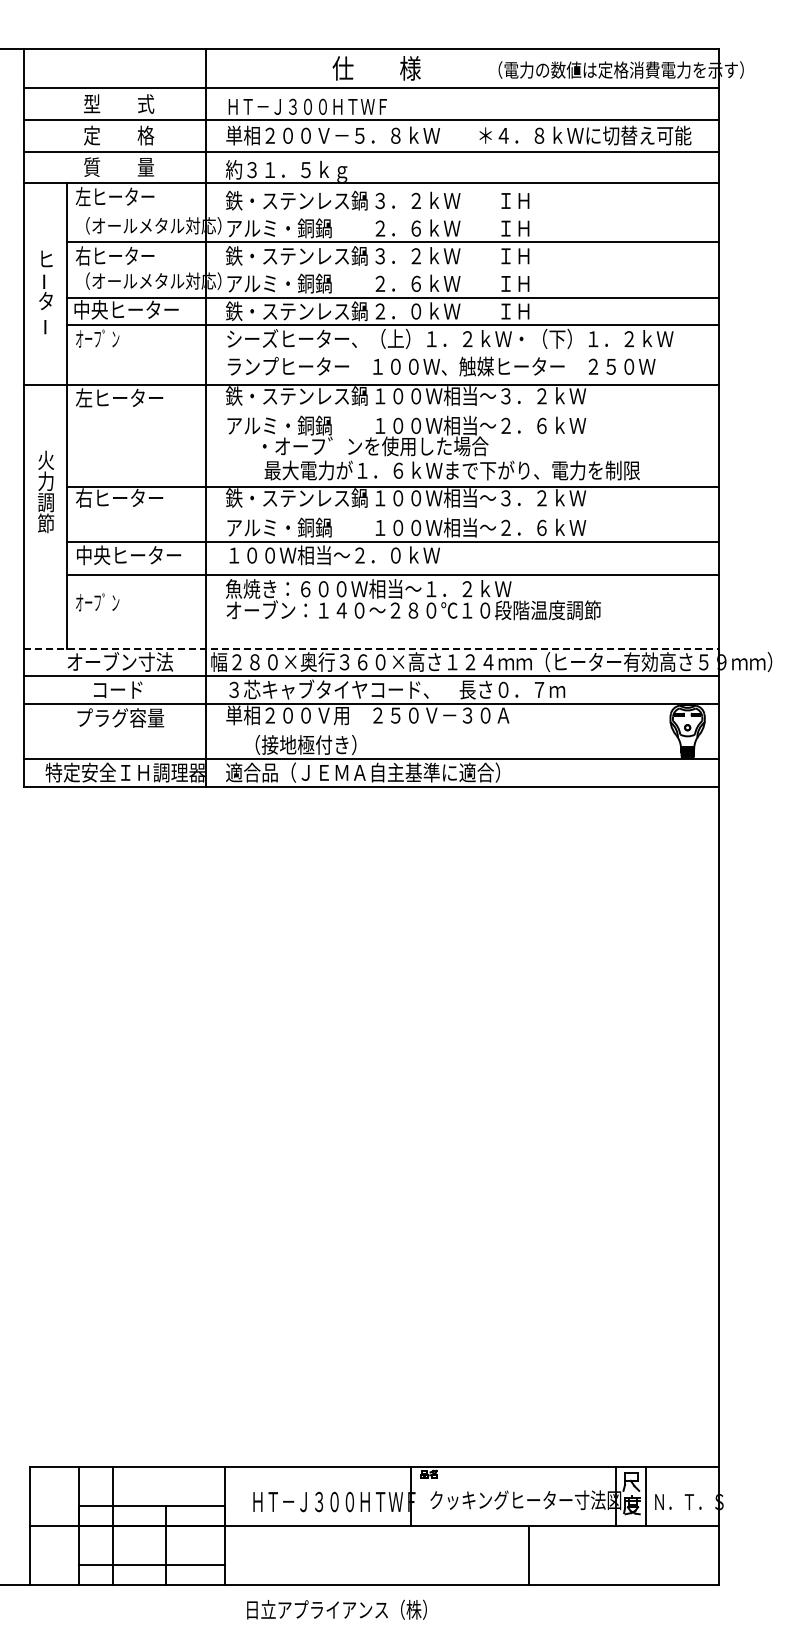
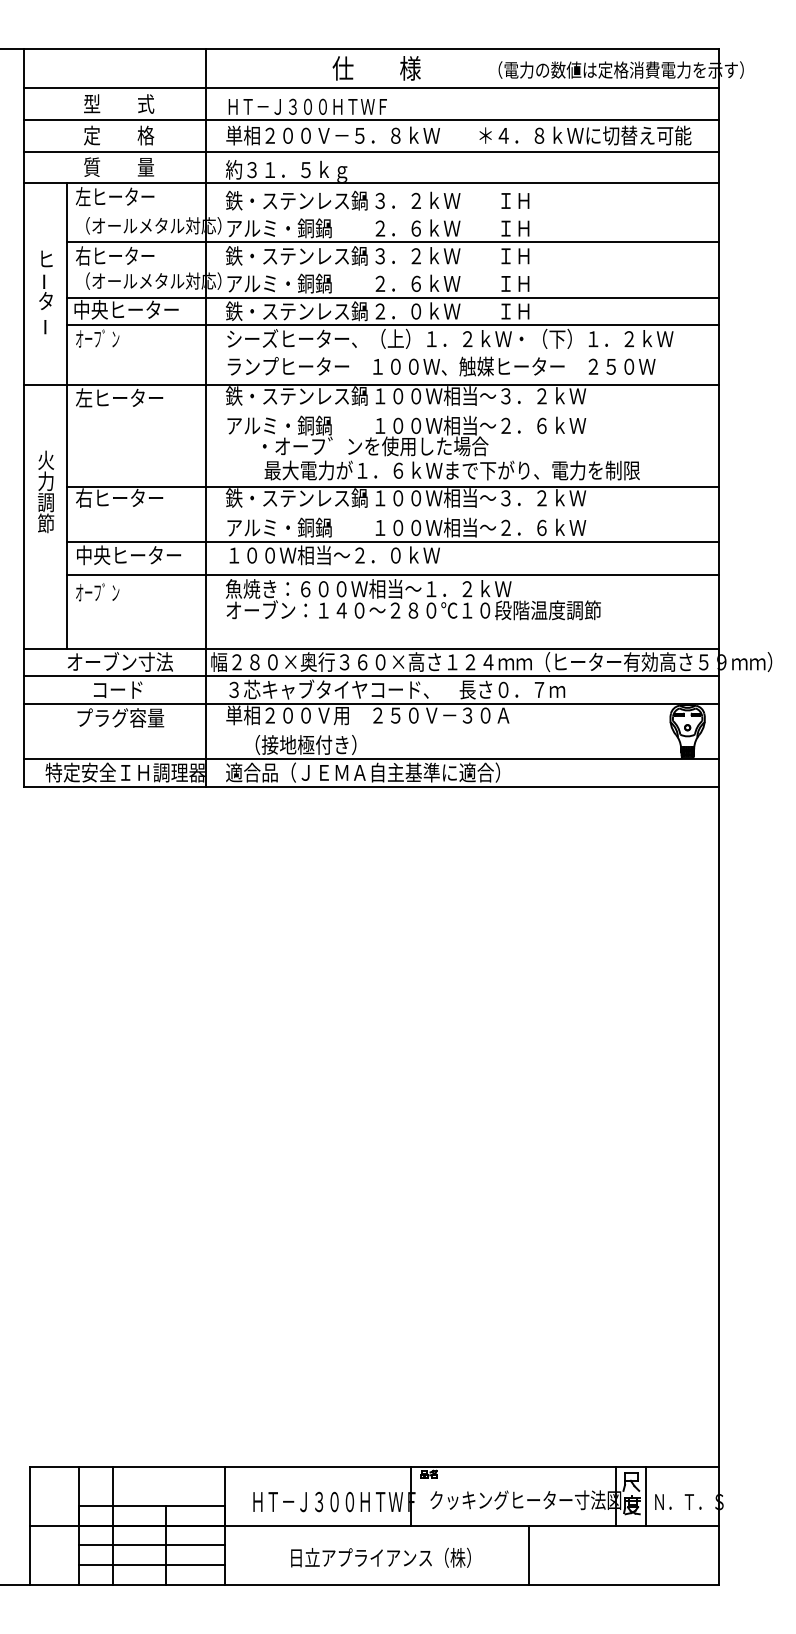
text at (97, 602) position: (97, 602) -> (97, 592)
line at (371, 648): dashed -> solid
line at (152, 1545): none -> present
text at (336, 1609) position: (336, 1609) -> (380, 1557)
